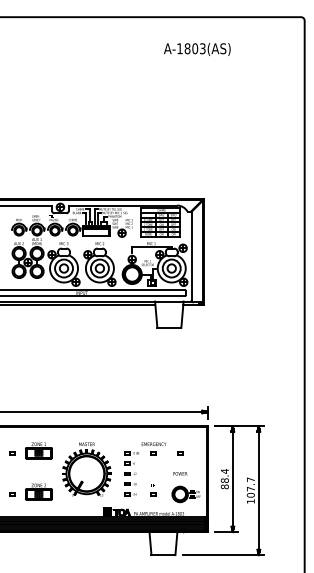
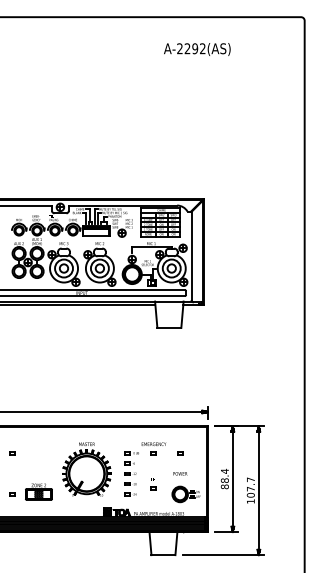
text at (191, 48): A-1803(AS) -> A-2292(AS)
part at (38, 450): present -> none
part at (153, 490) position: (153, 490) -> (153, 484)
